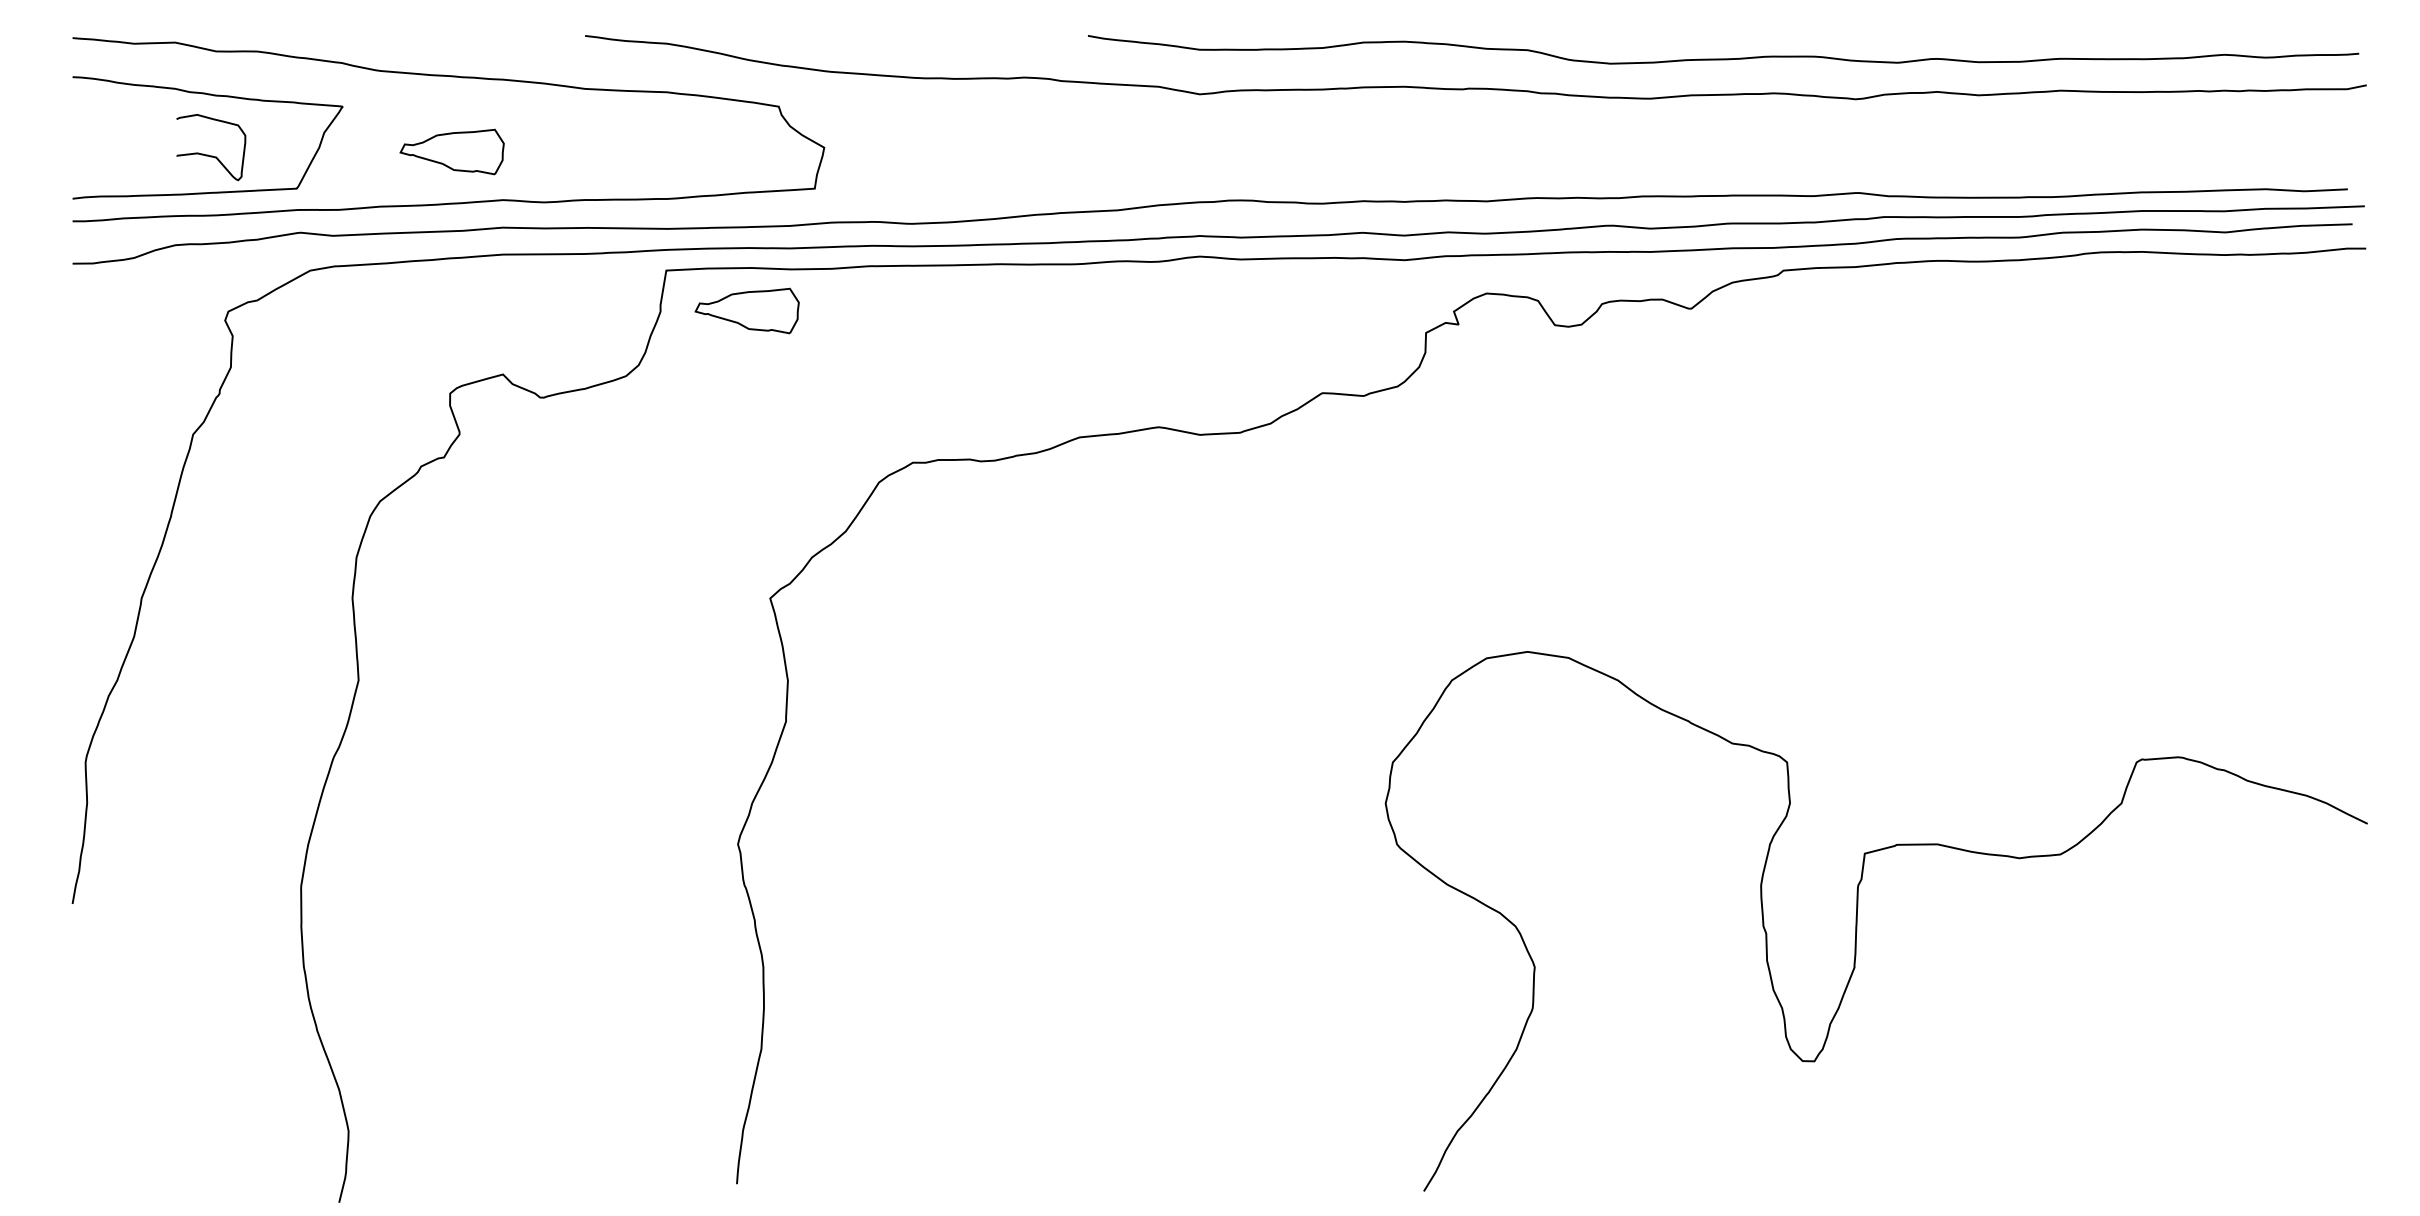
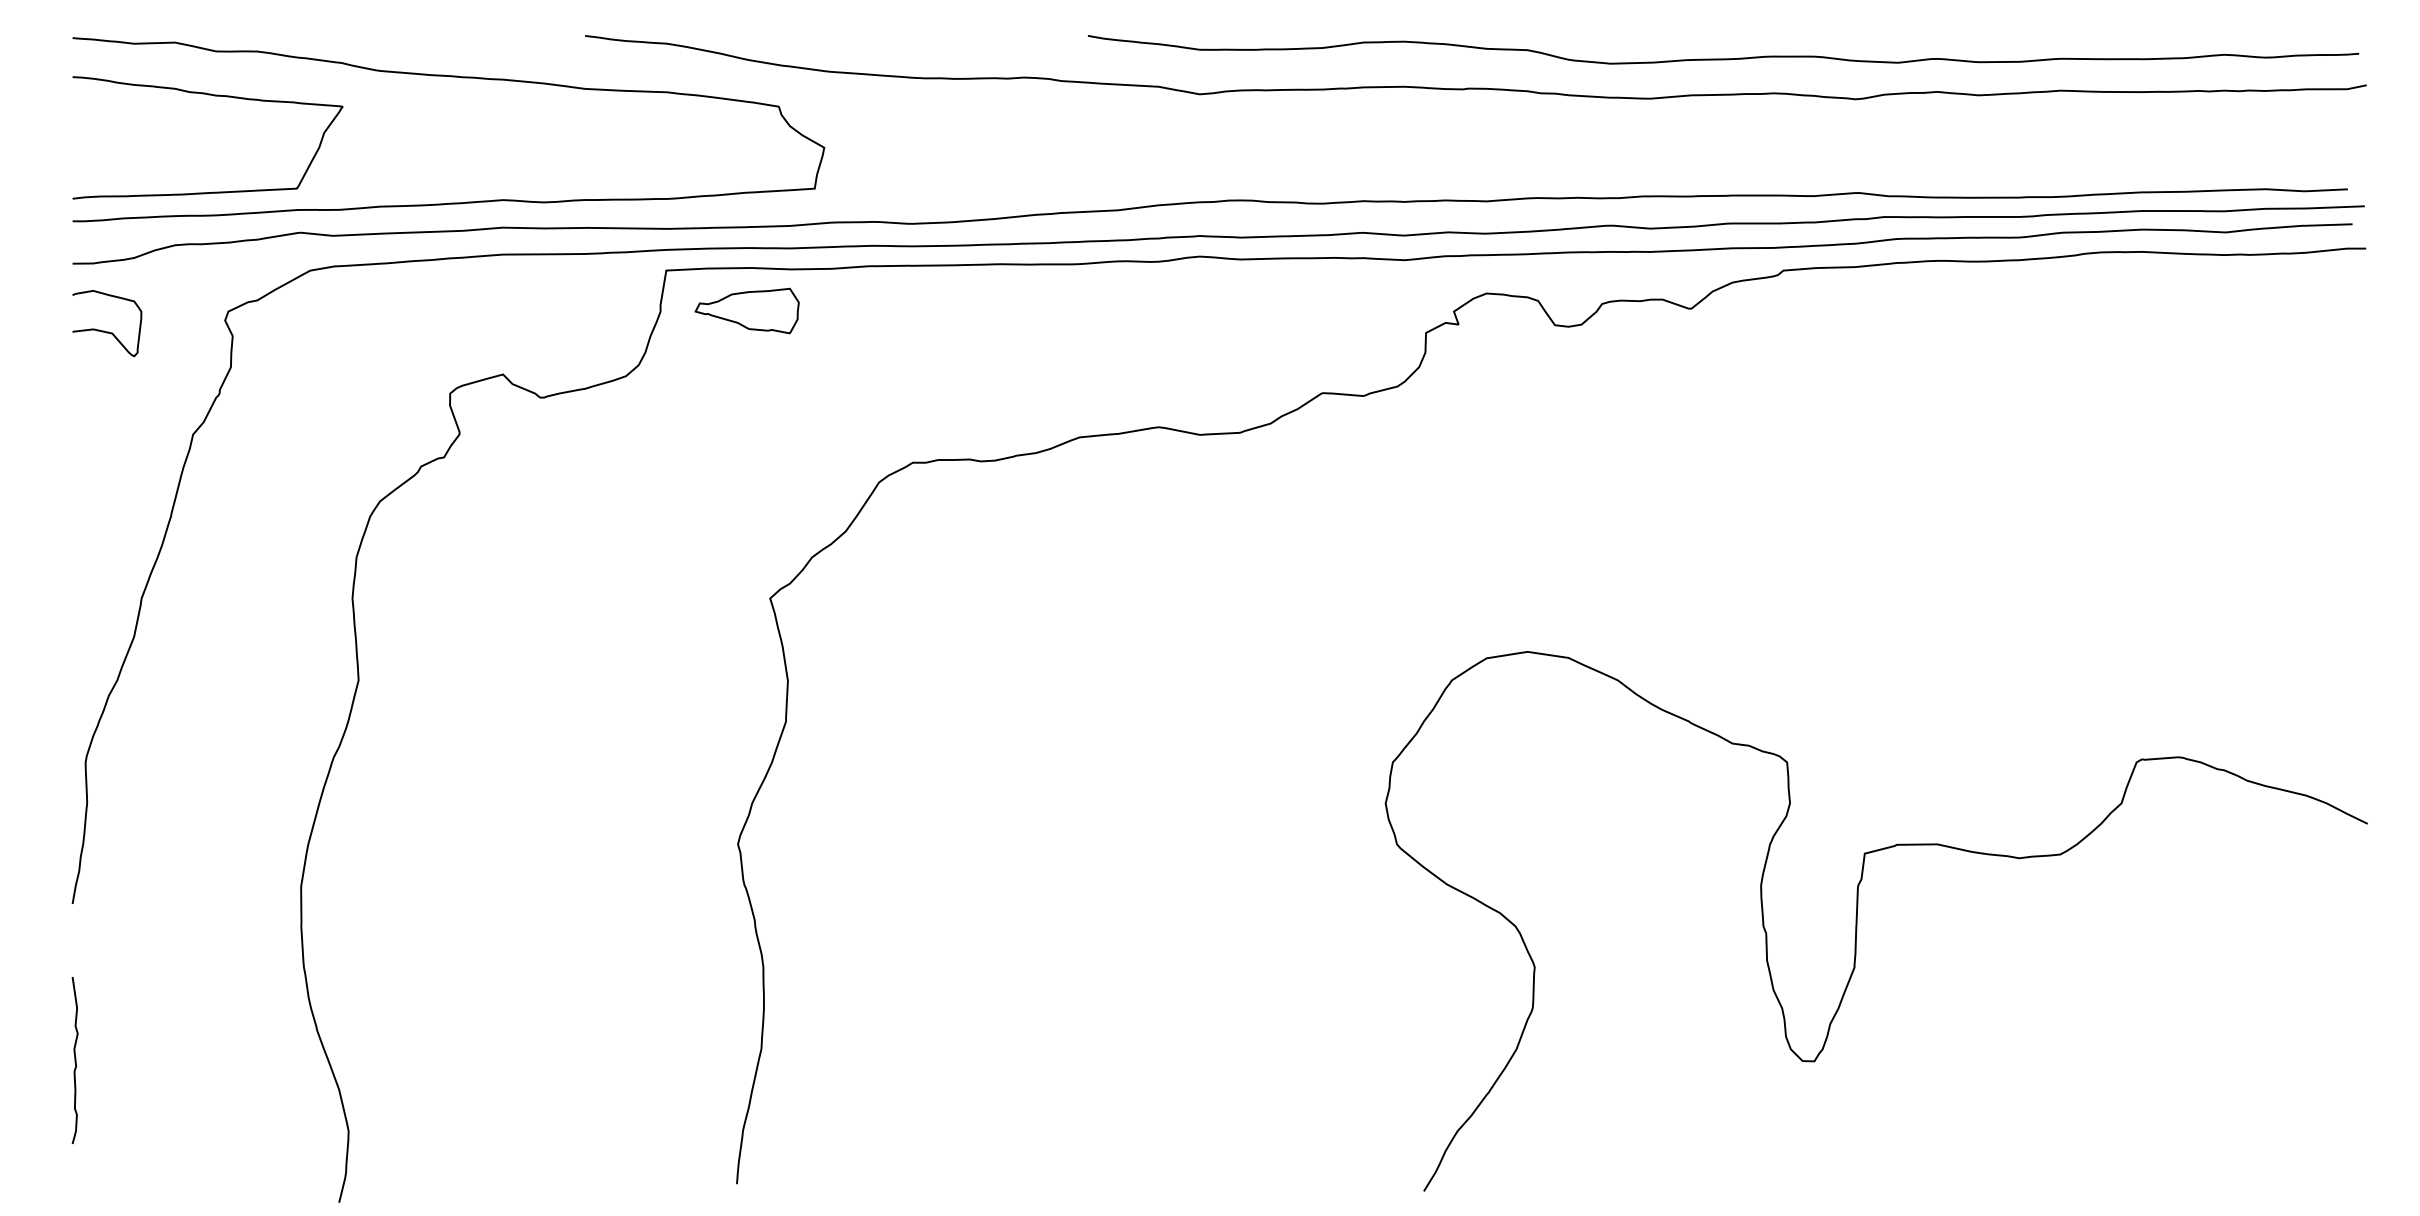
part at (451, 151): present -> none
curve at (208, 154) position: (208, 154) -> (104, 330)
curve at (74, 1060): none -> present
